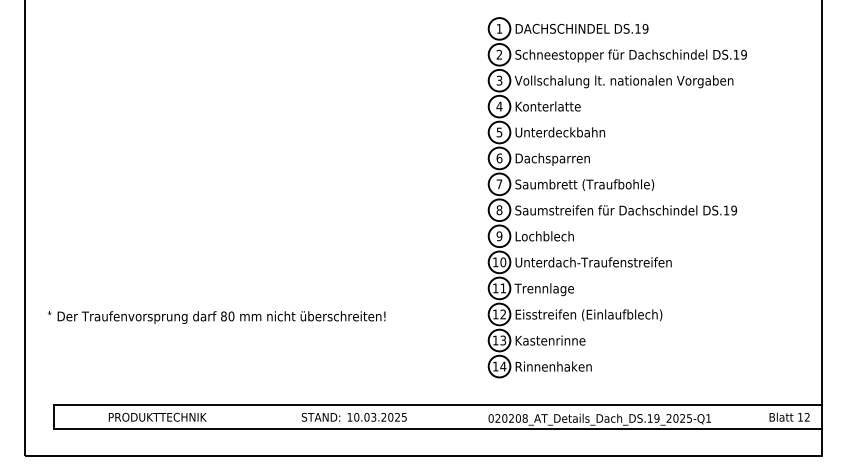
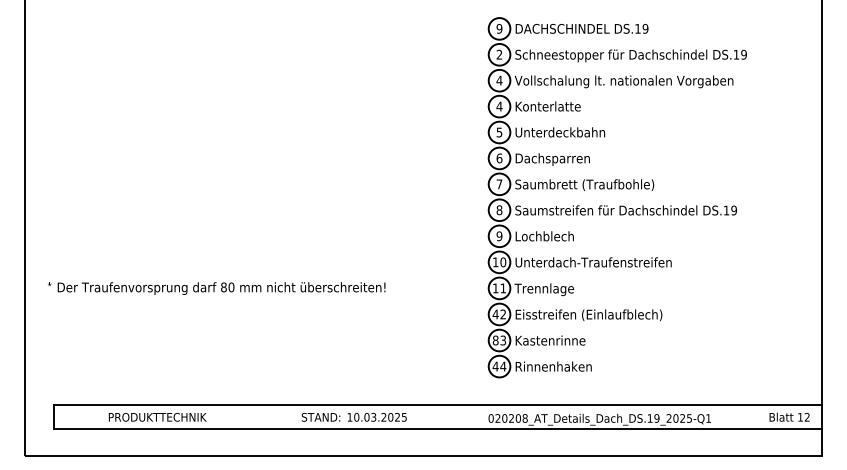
text at (499, 28): 1 -> 9
text at (499, 80): 3 -> 4
text at (495, 314): 12 -> 42
text at (216, 317) position: (216, 317) -> (216, 288)
text at (495, 340): 13 -> 83
text at (495, 366): 14 -> 44
